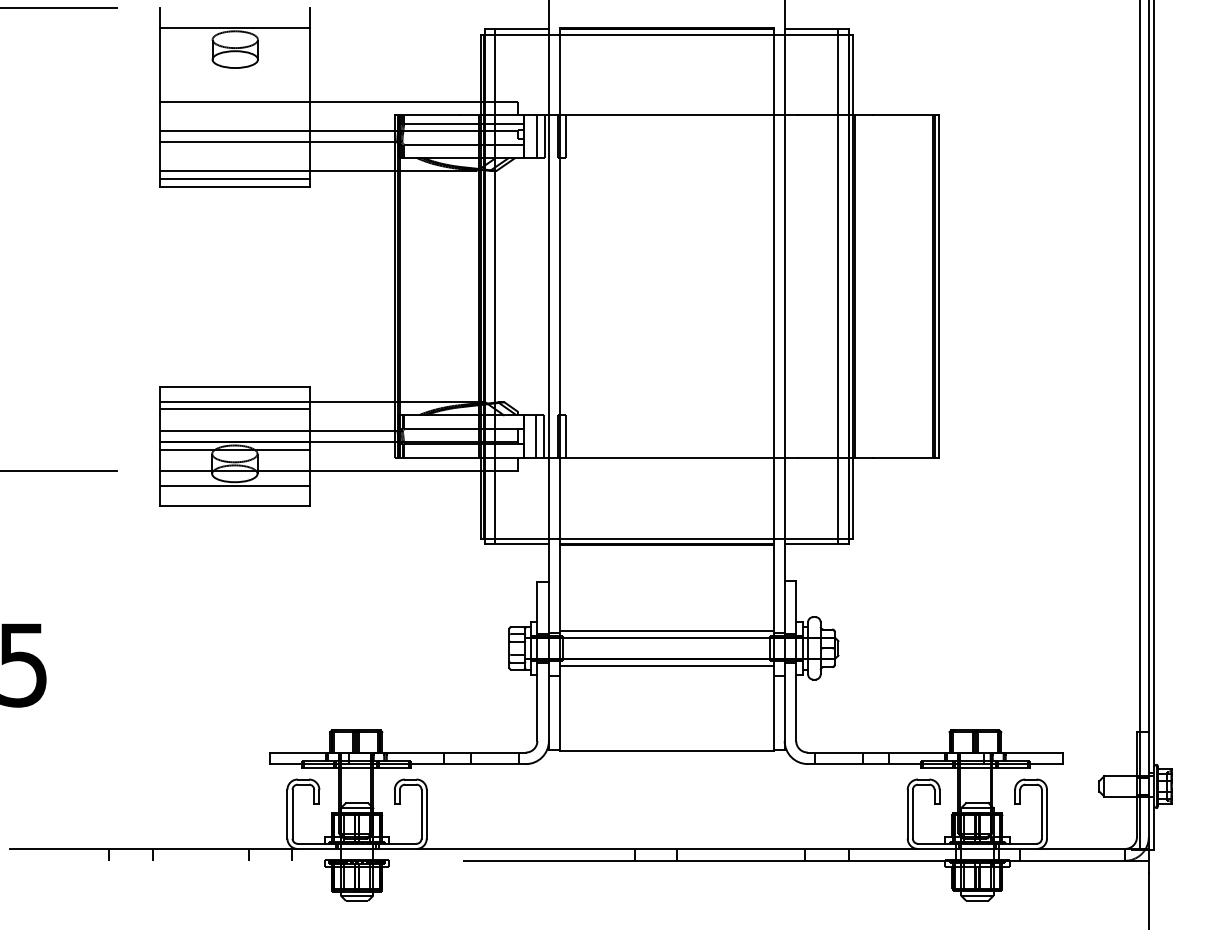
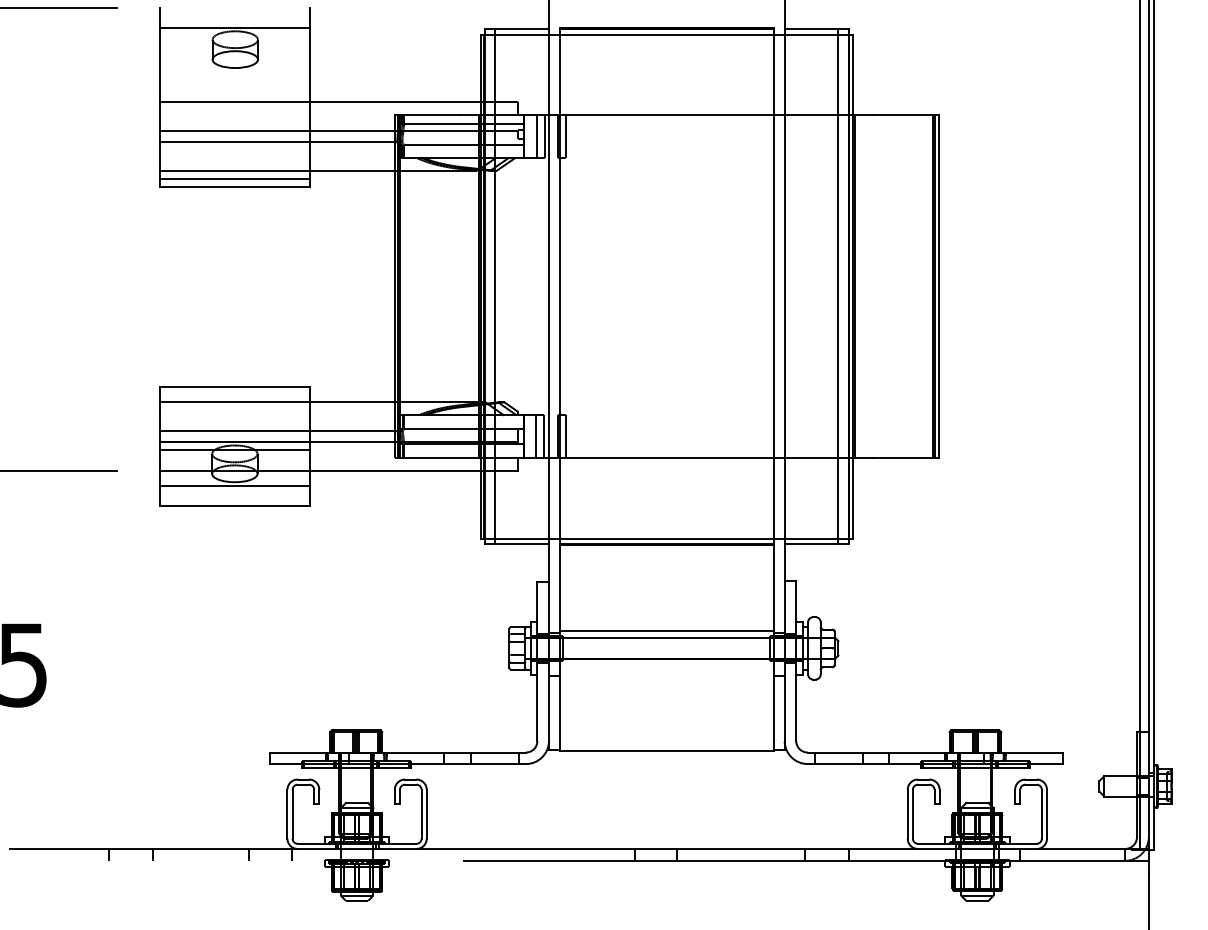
line at (235, 408): present -> none
line at (666, 665): present -> none
